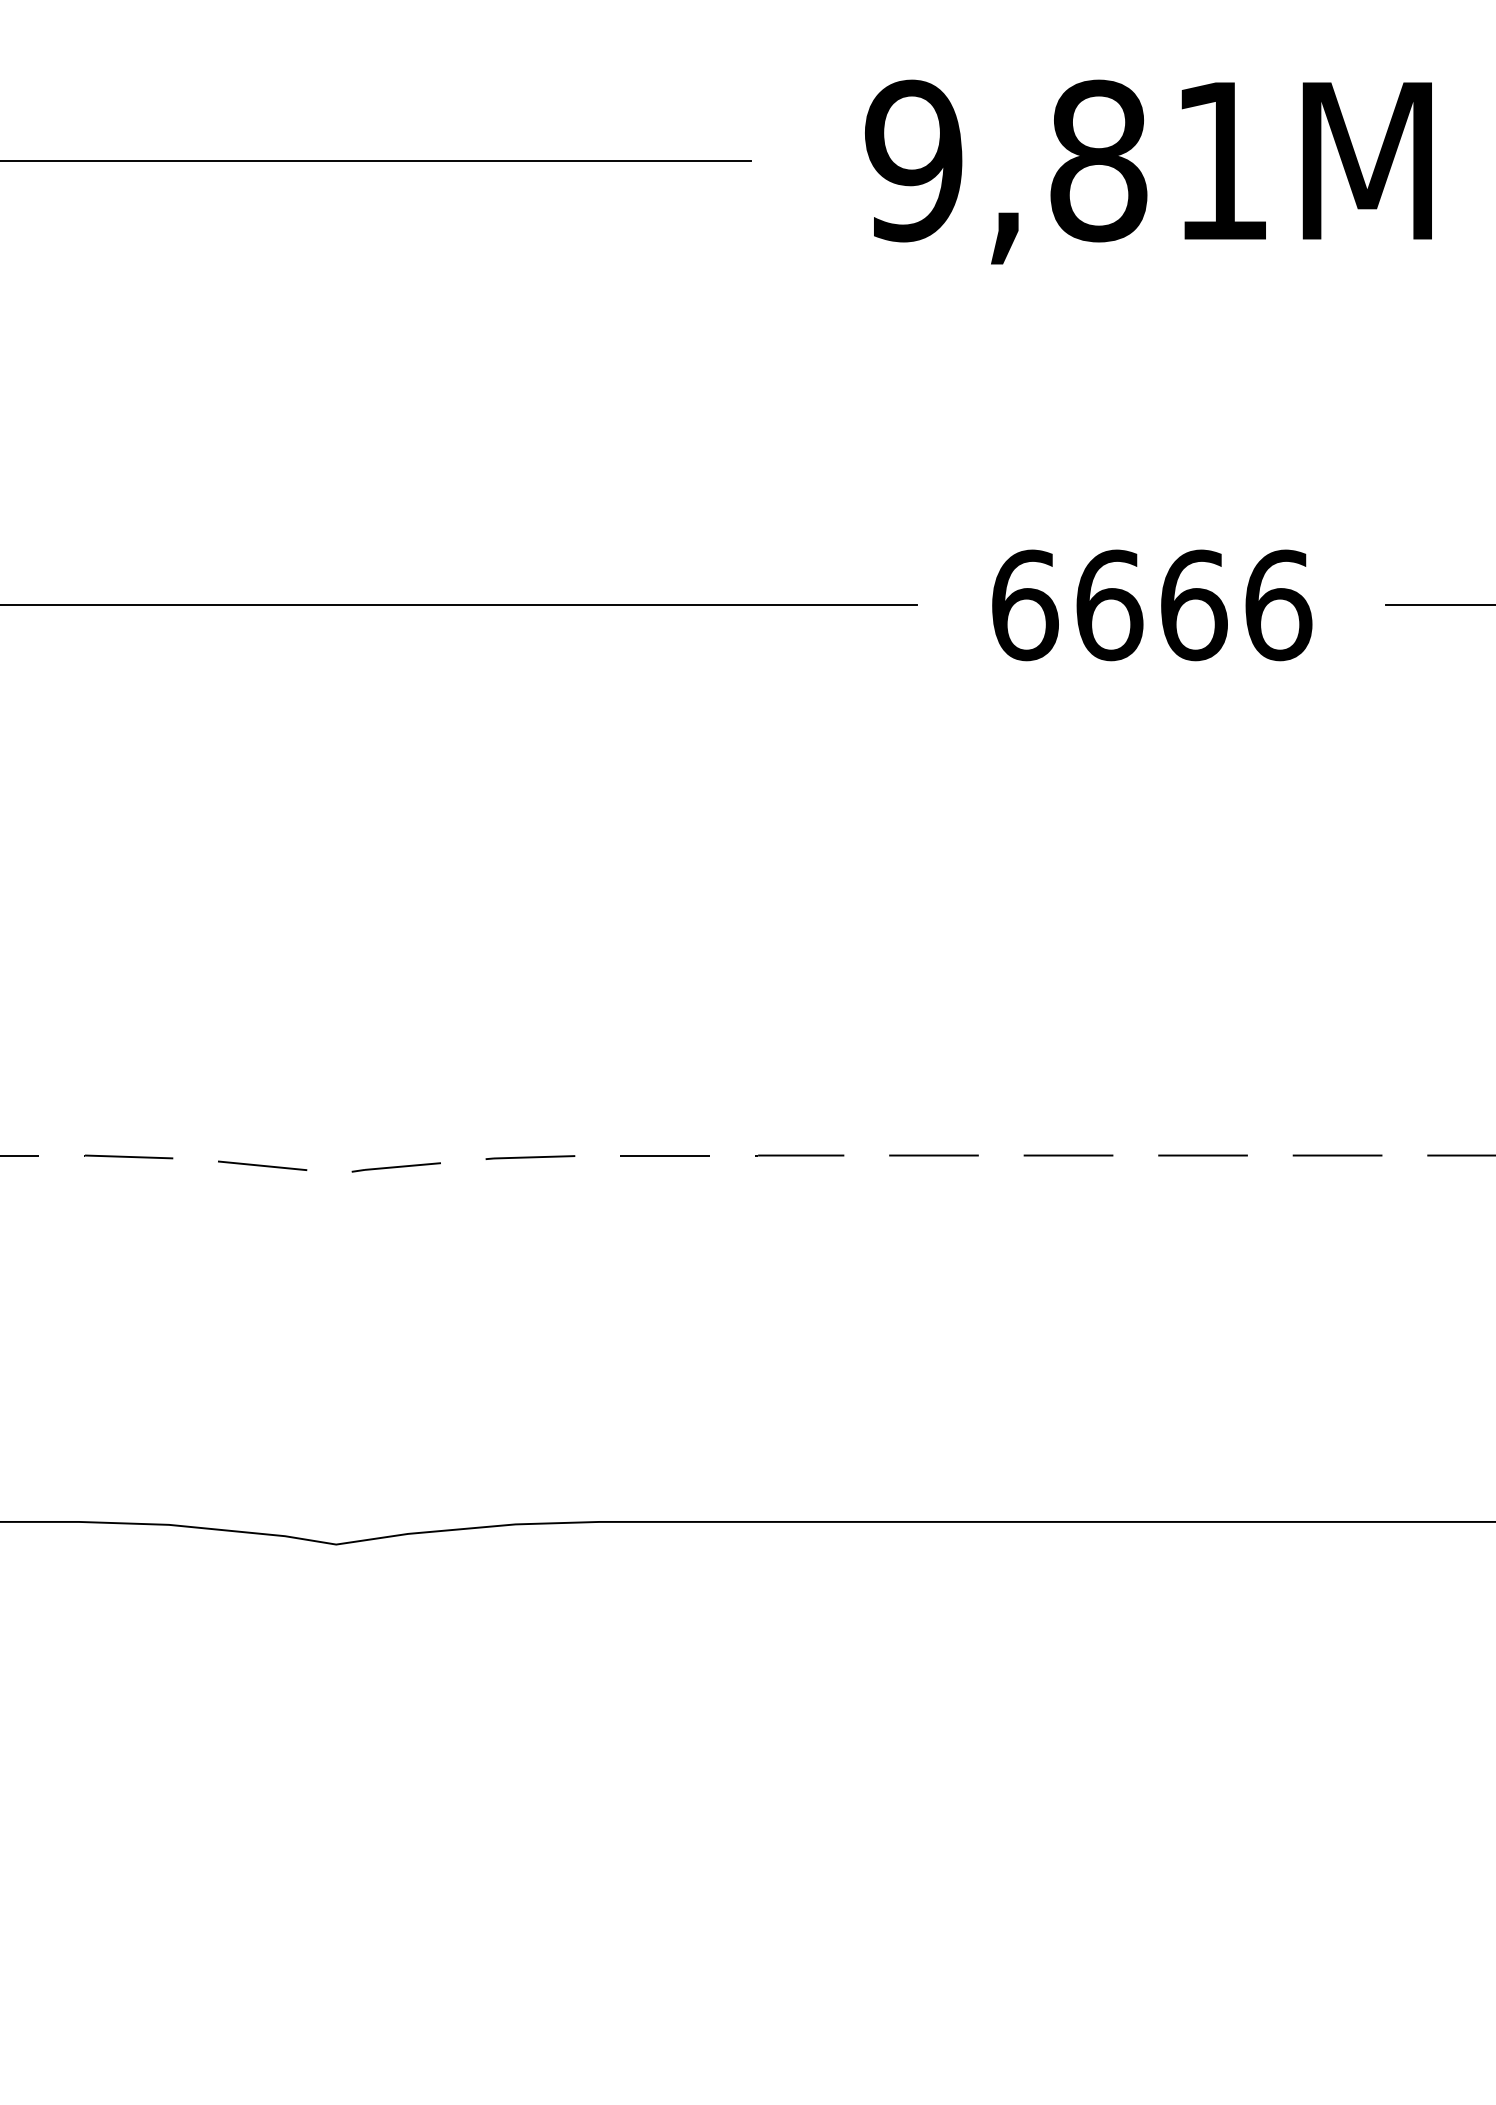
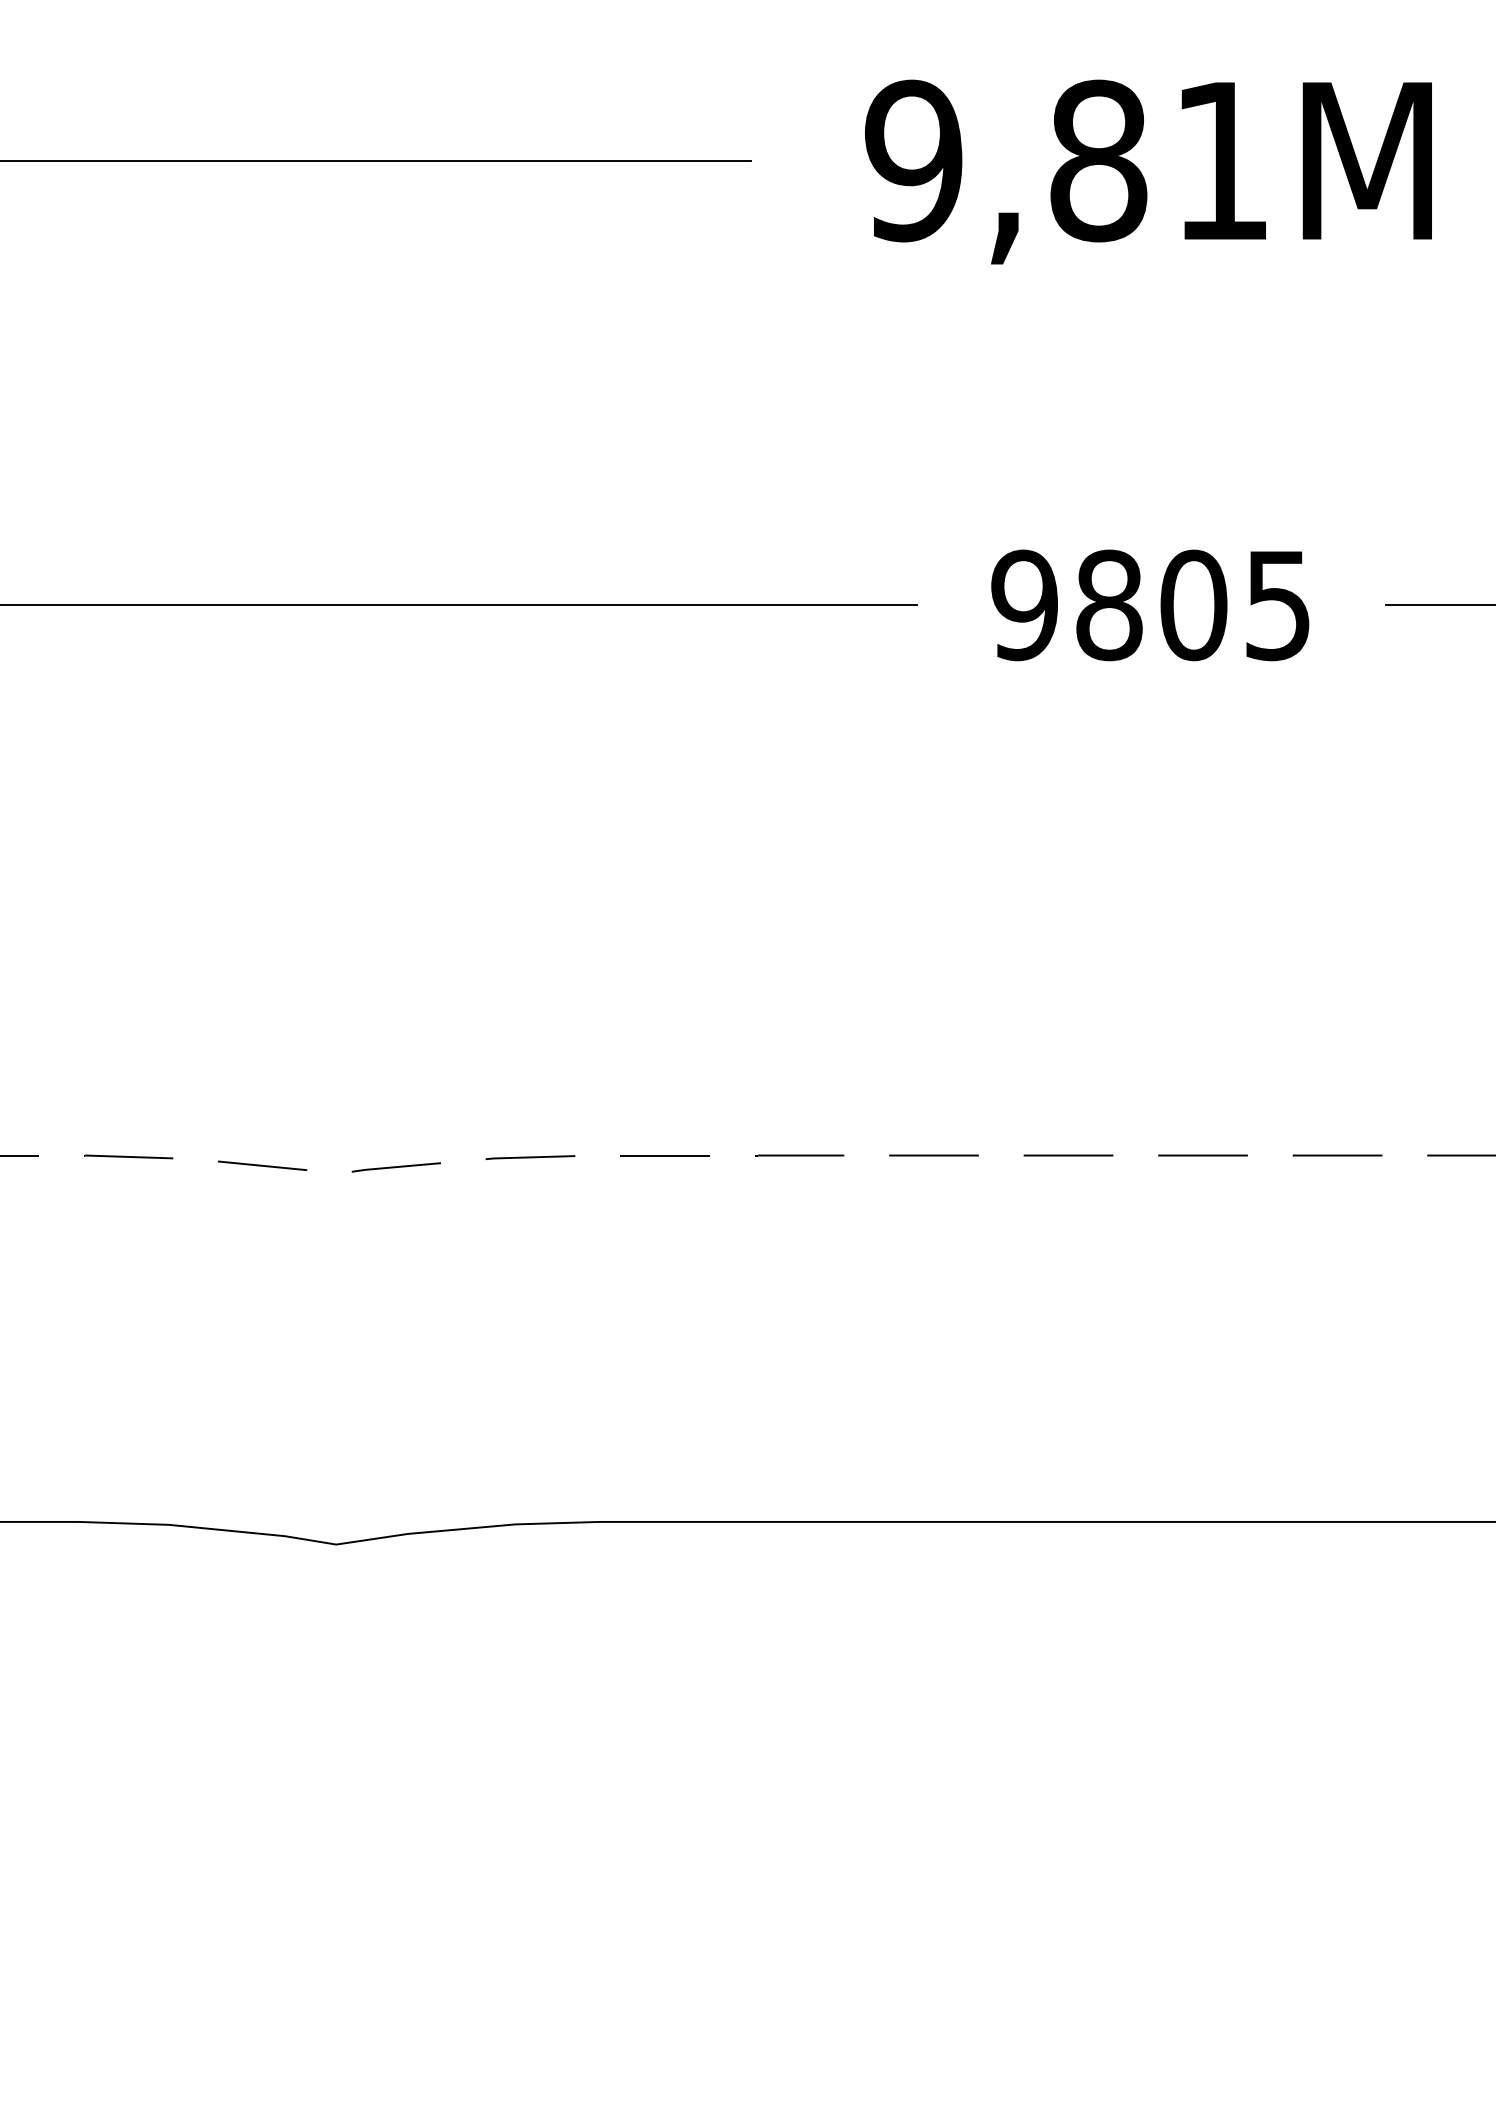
text at (1151, 605): 6666 -> 9805
